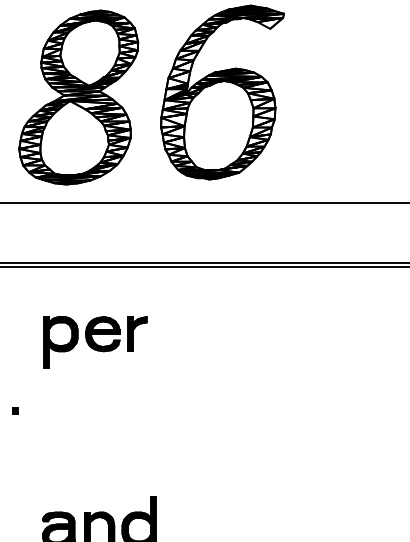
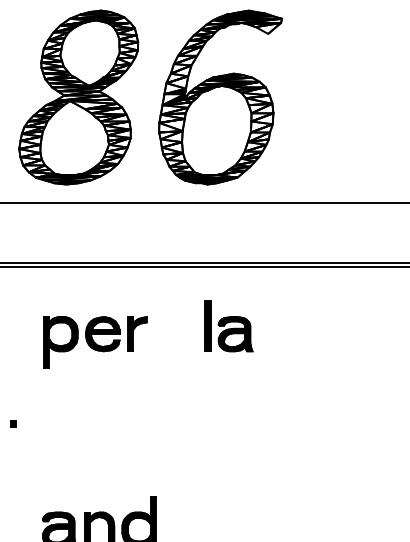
part at (222, 92) position: (222, 92) -> (220, 97)
part at (228, 326): none -> present
part at (15, 410) position: (15, 410) -> (13, 423)
